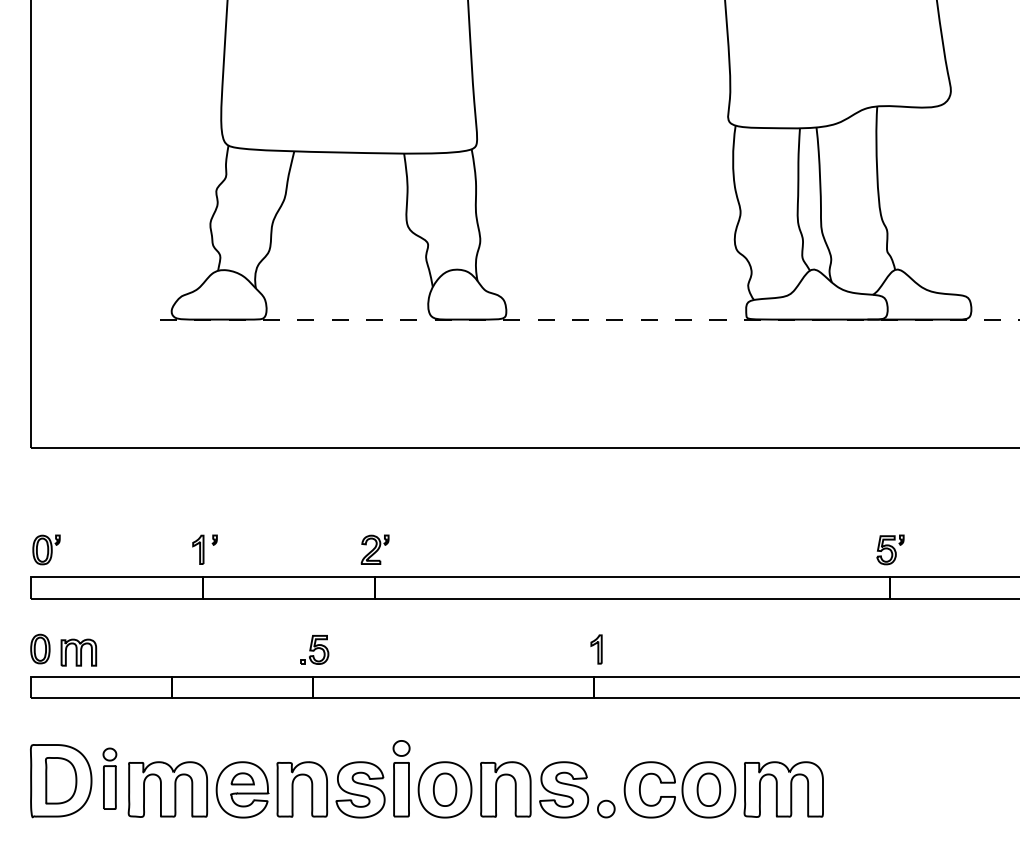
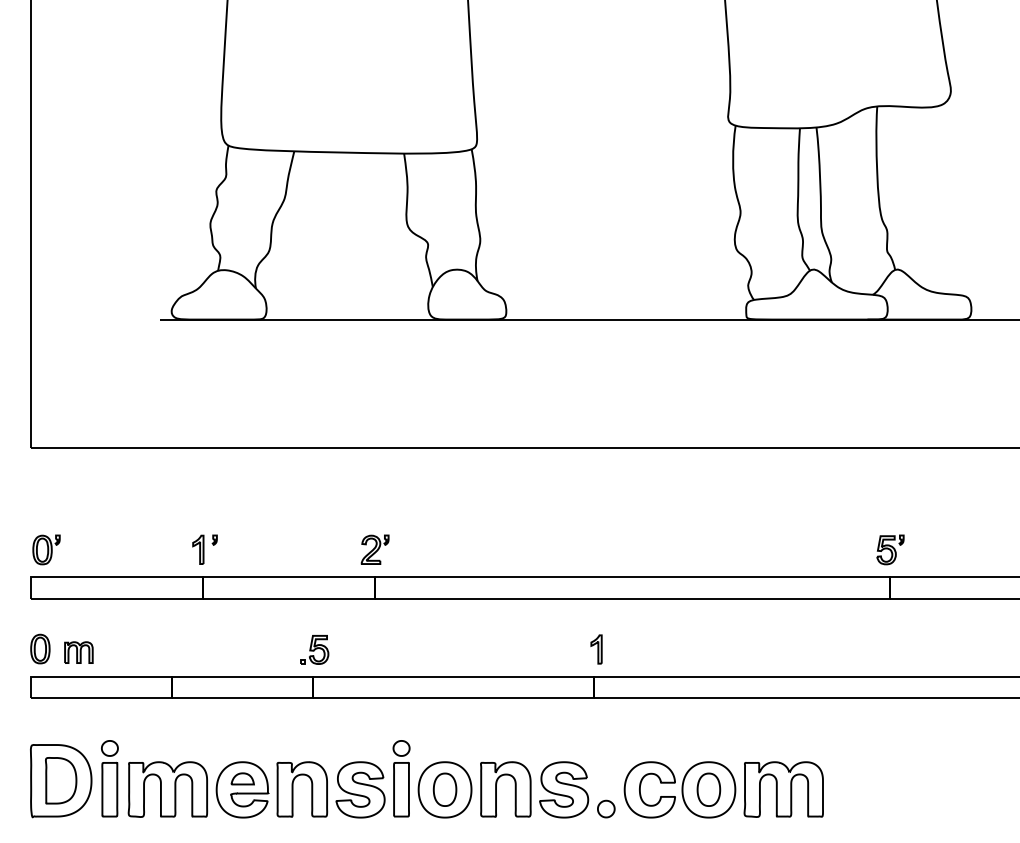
line at (589, 319): dashed -> solid
part at (78, 652) size: 38x29 px -> 30x23 px
part at (109, 778) size: 16x63 px -> 18x78 px
